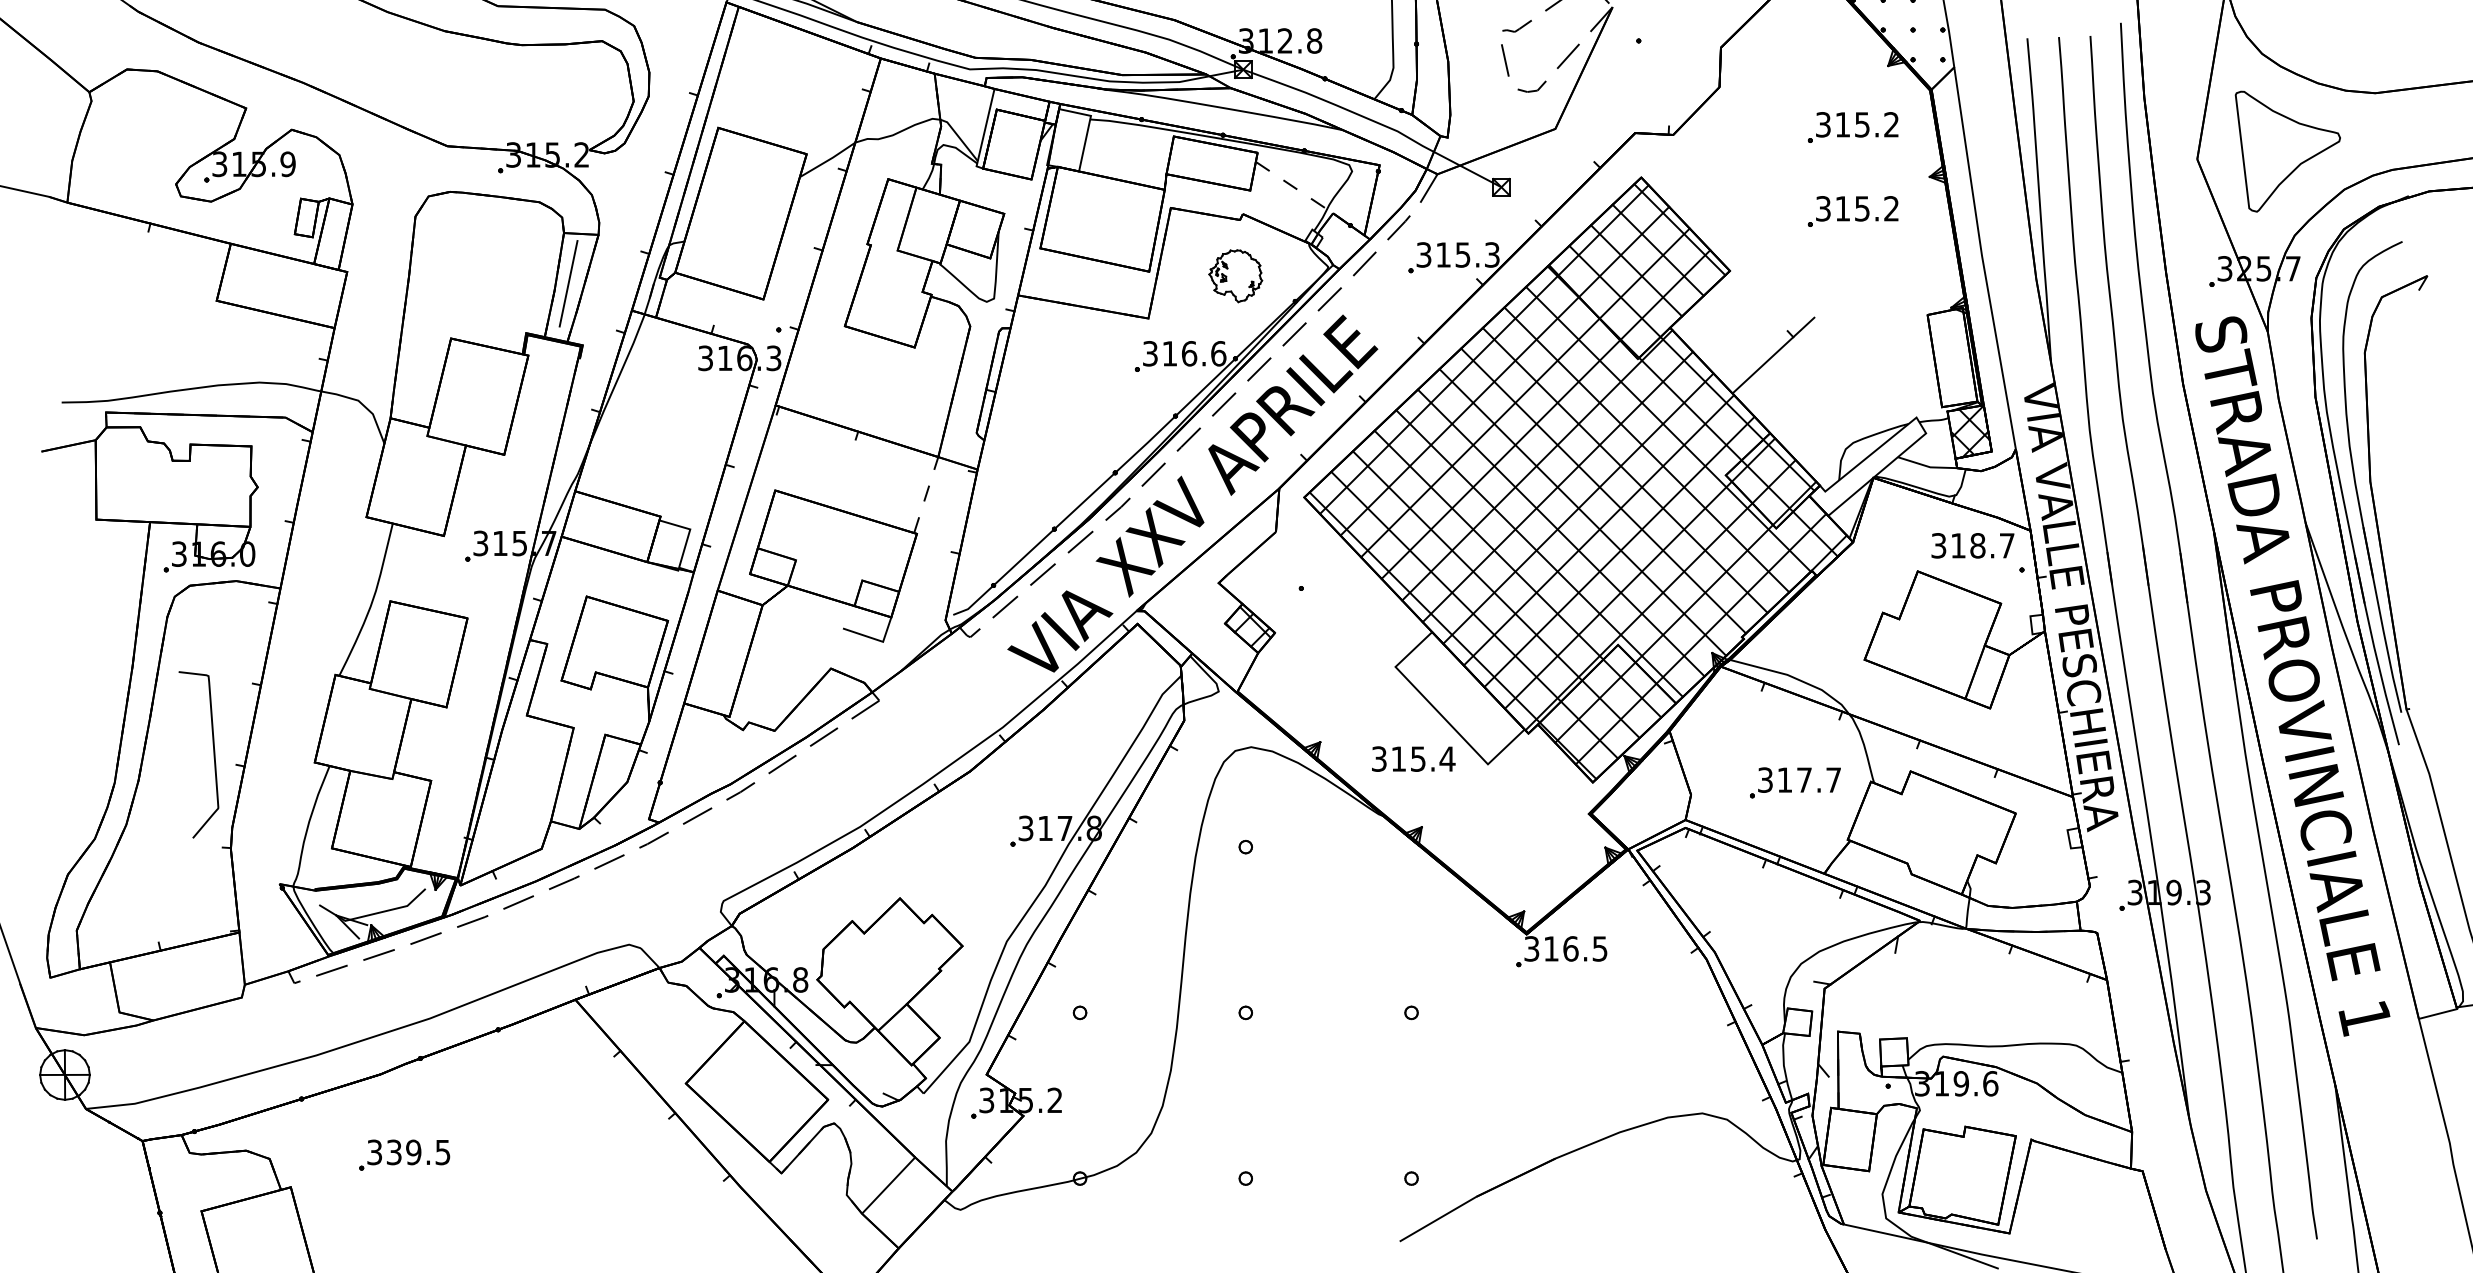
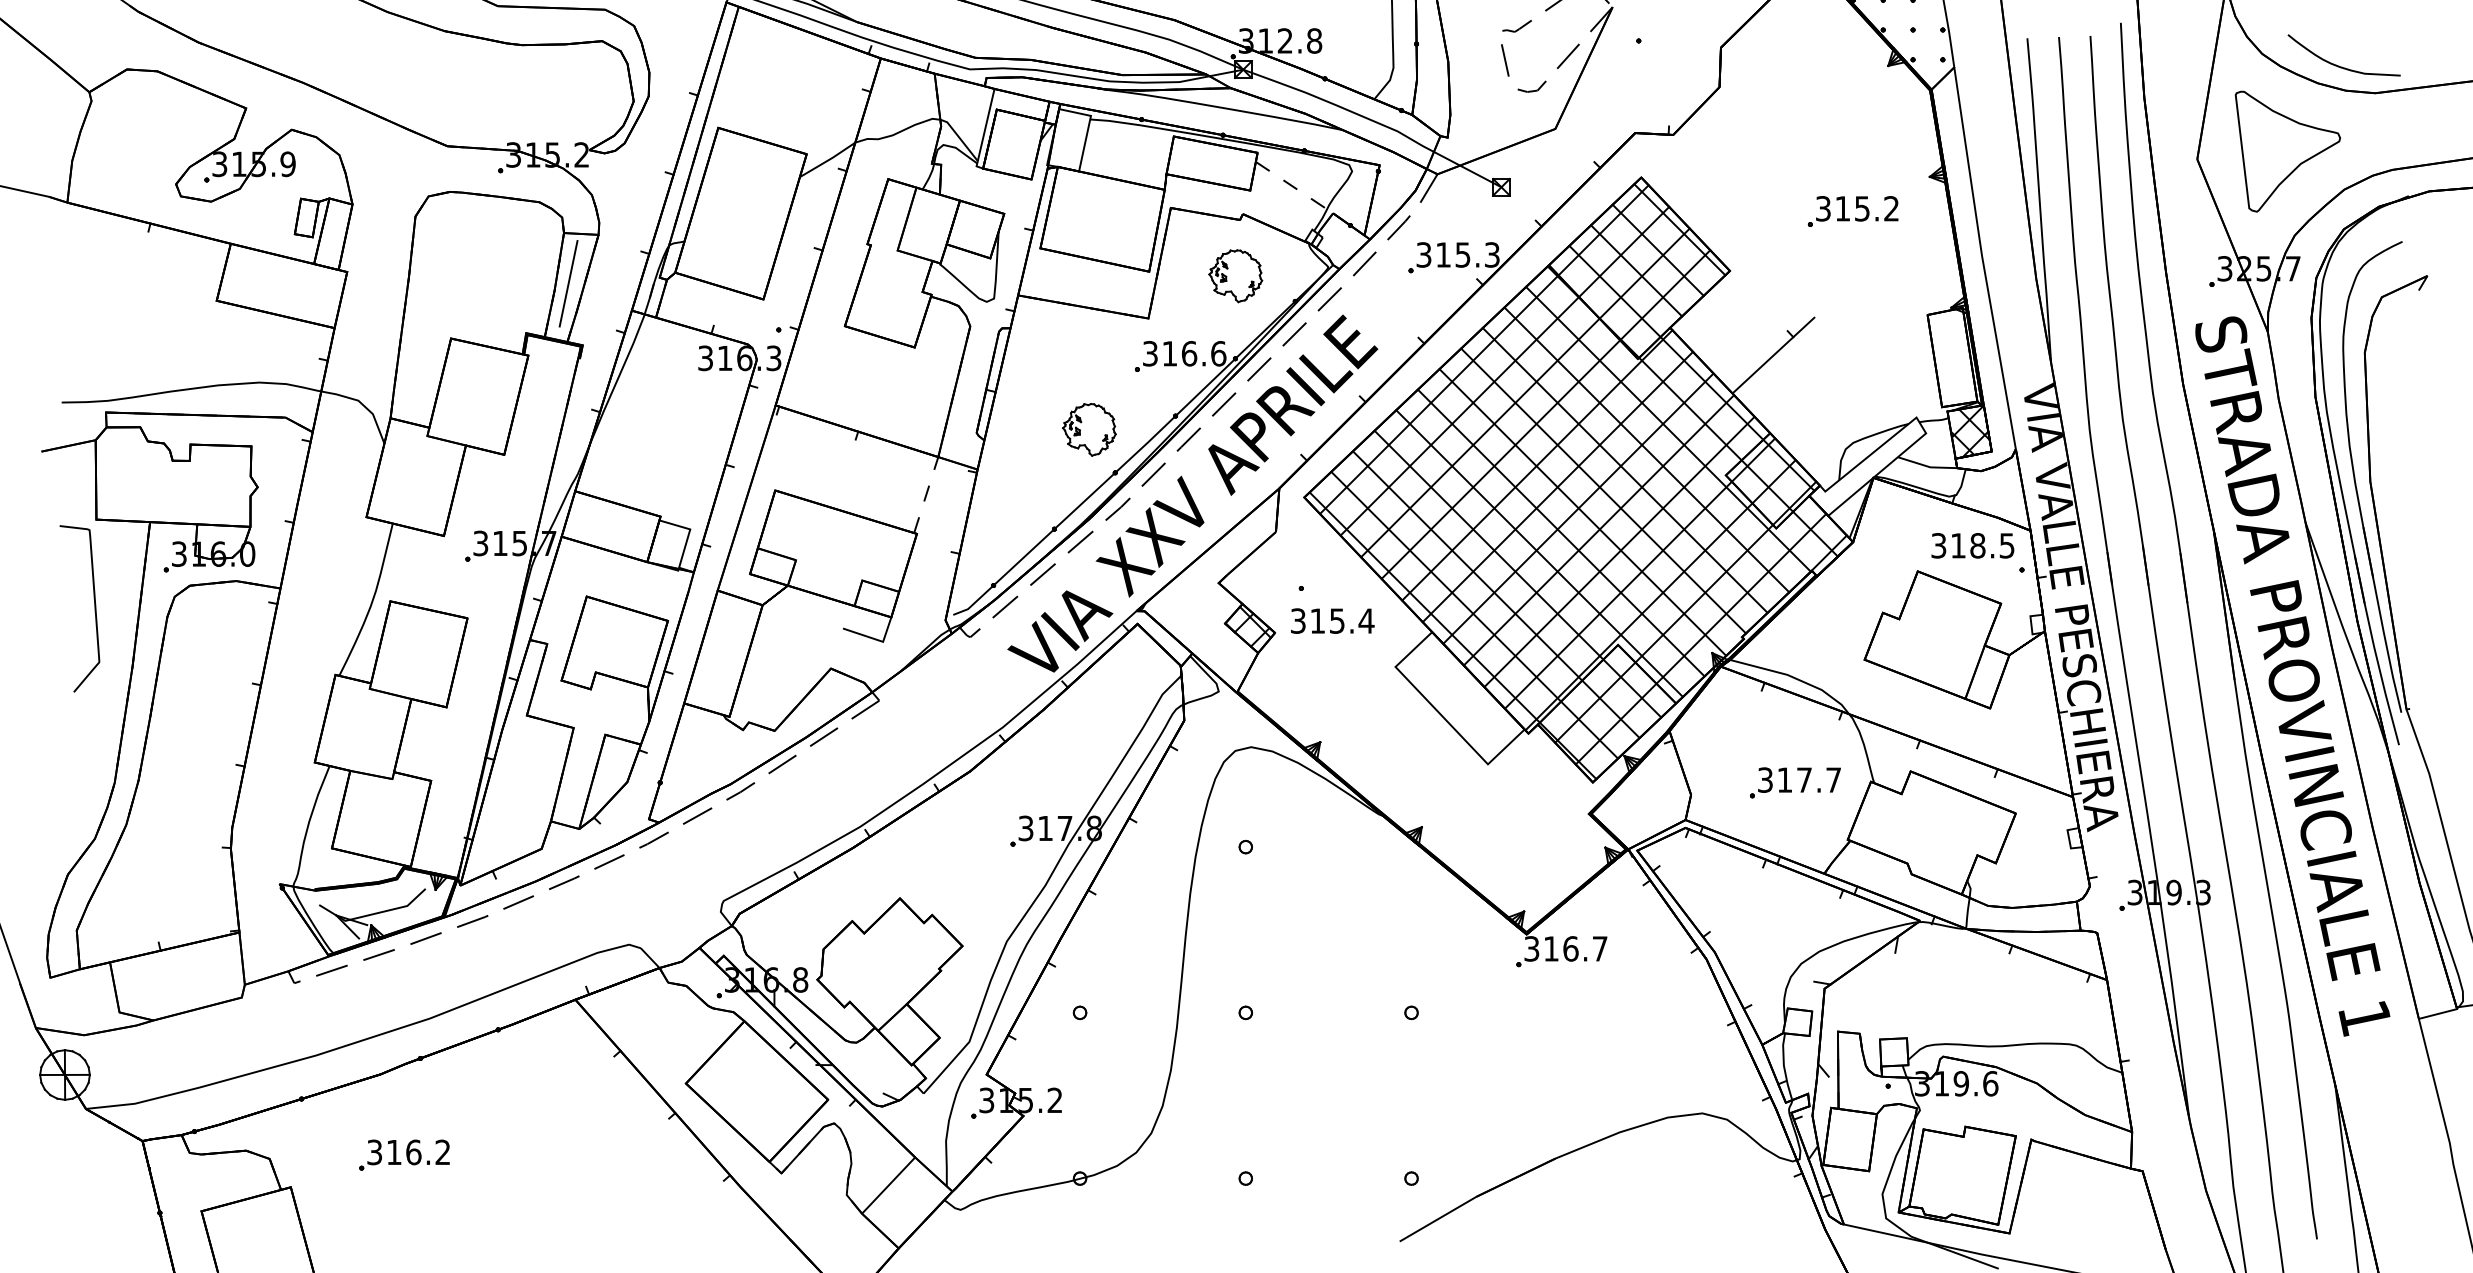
curve at (2339, 65): none -> present
part at (1852, 127): present -> none
part at (1089, 429): none -> present
text at (2006, 545): 318.7 -> 318.5
curve at (213, 754) position: (213, 754) -> (94, 608)
text at (1413, 758) position: (1413, 758) -> (1332, 620)
text at (1599, 948): 316.5 -> 316.7
text at (418, 1152): 339.5 -> 316.2
